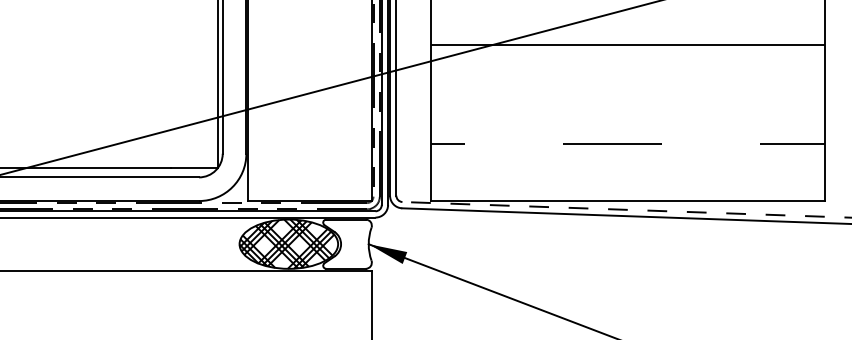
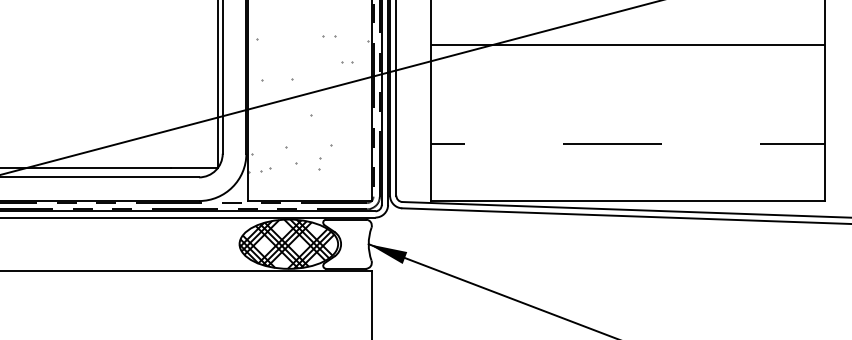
hatch at (307, 103): none -> present
line at (627, 209): dashed -> solid
